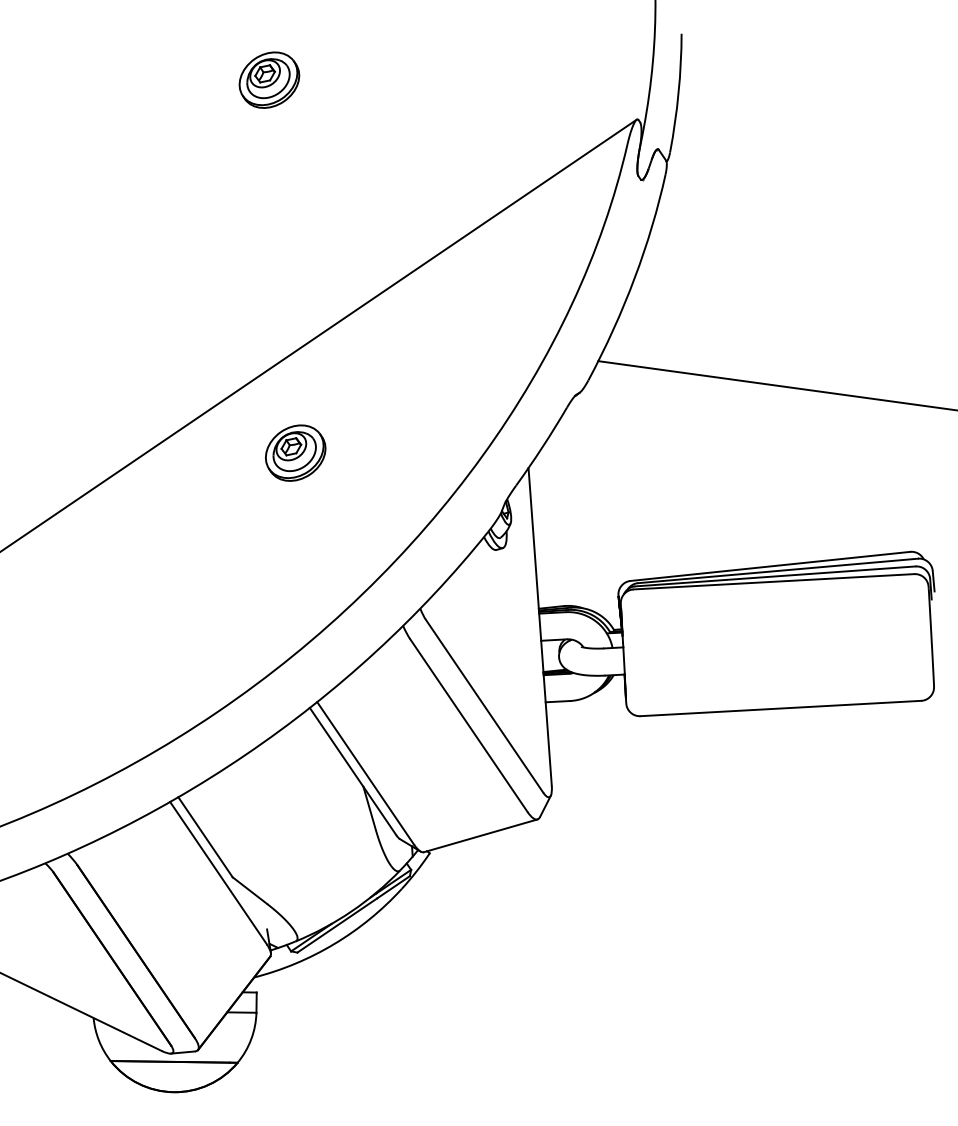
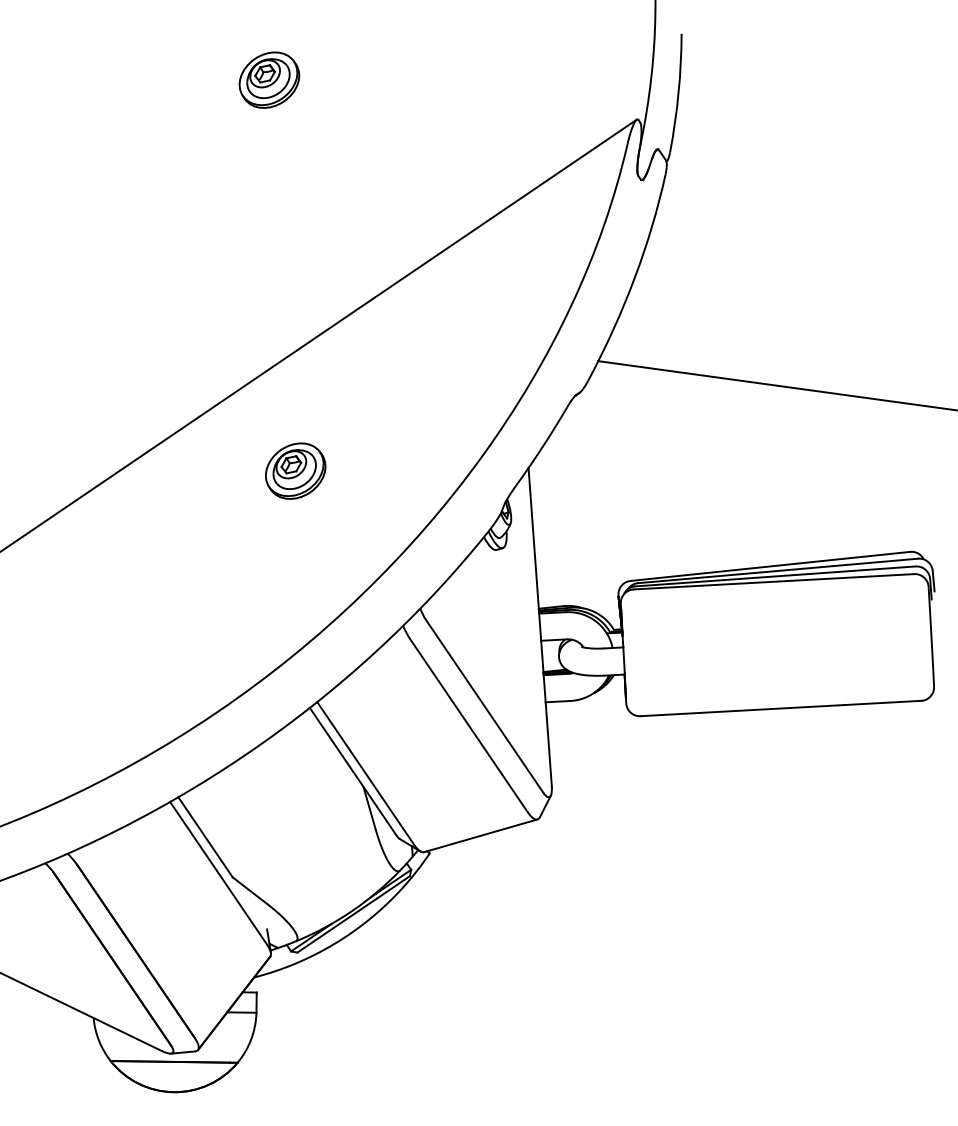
part at (295, 452) position: (295, 452) -> (295, 470)
